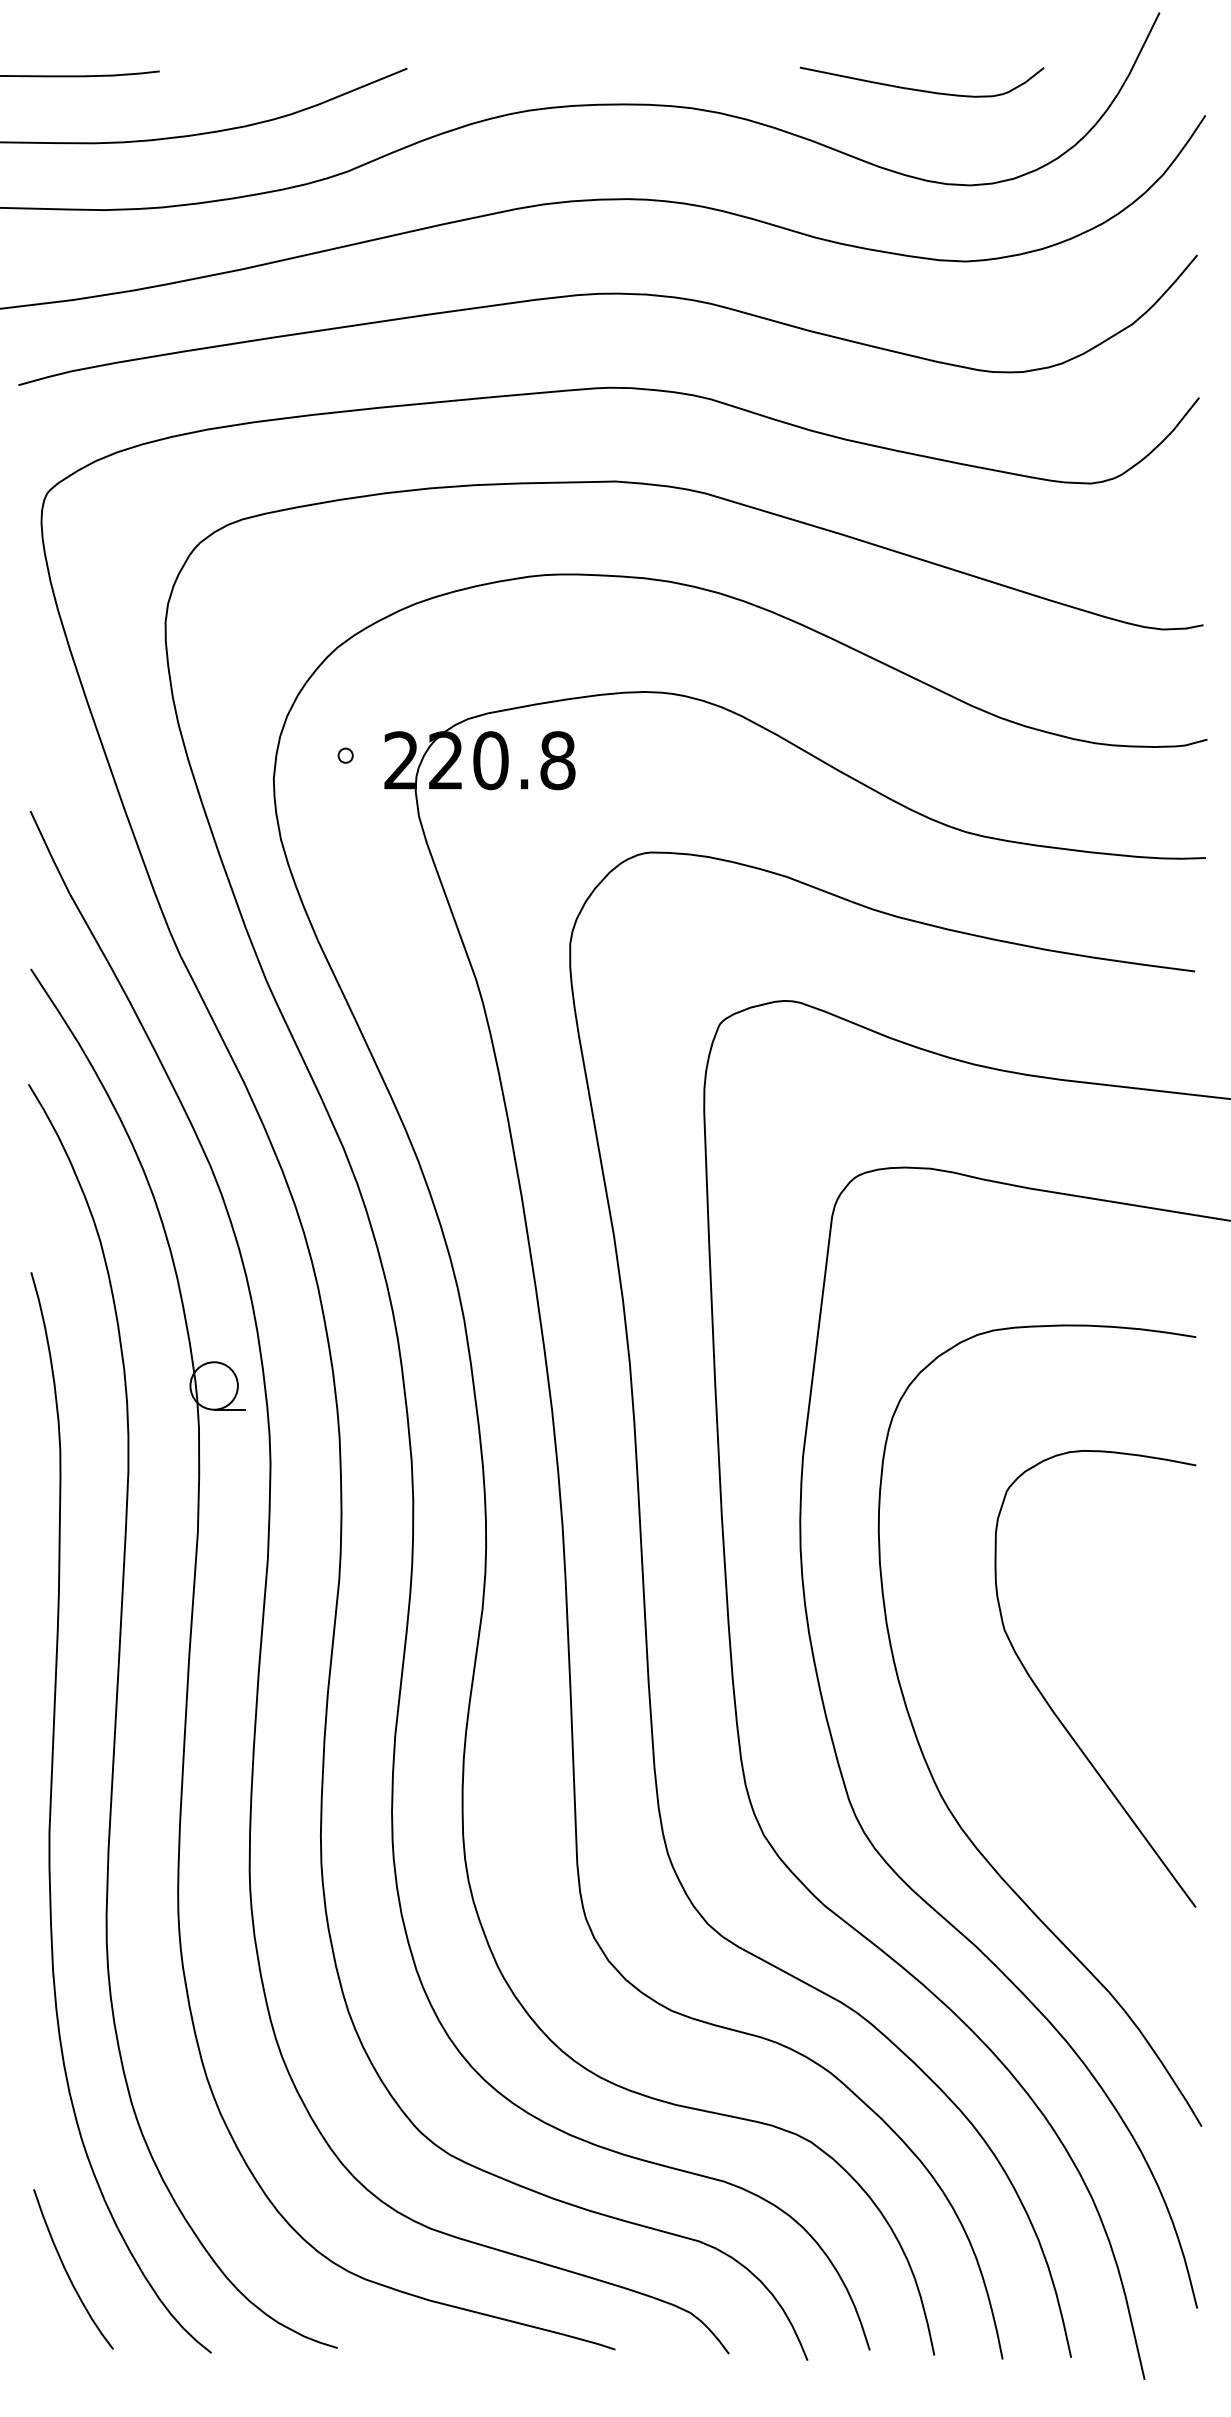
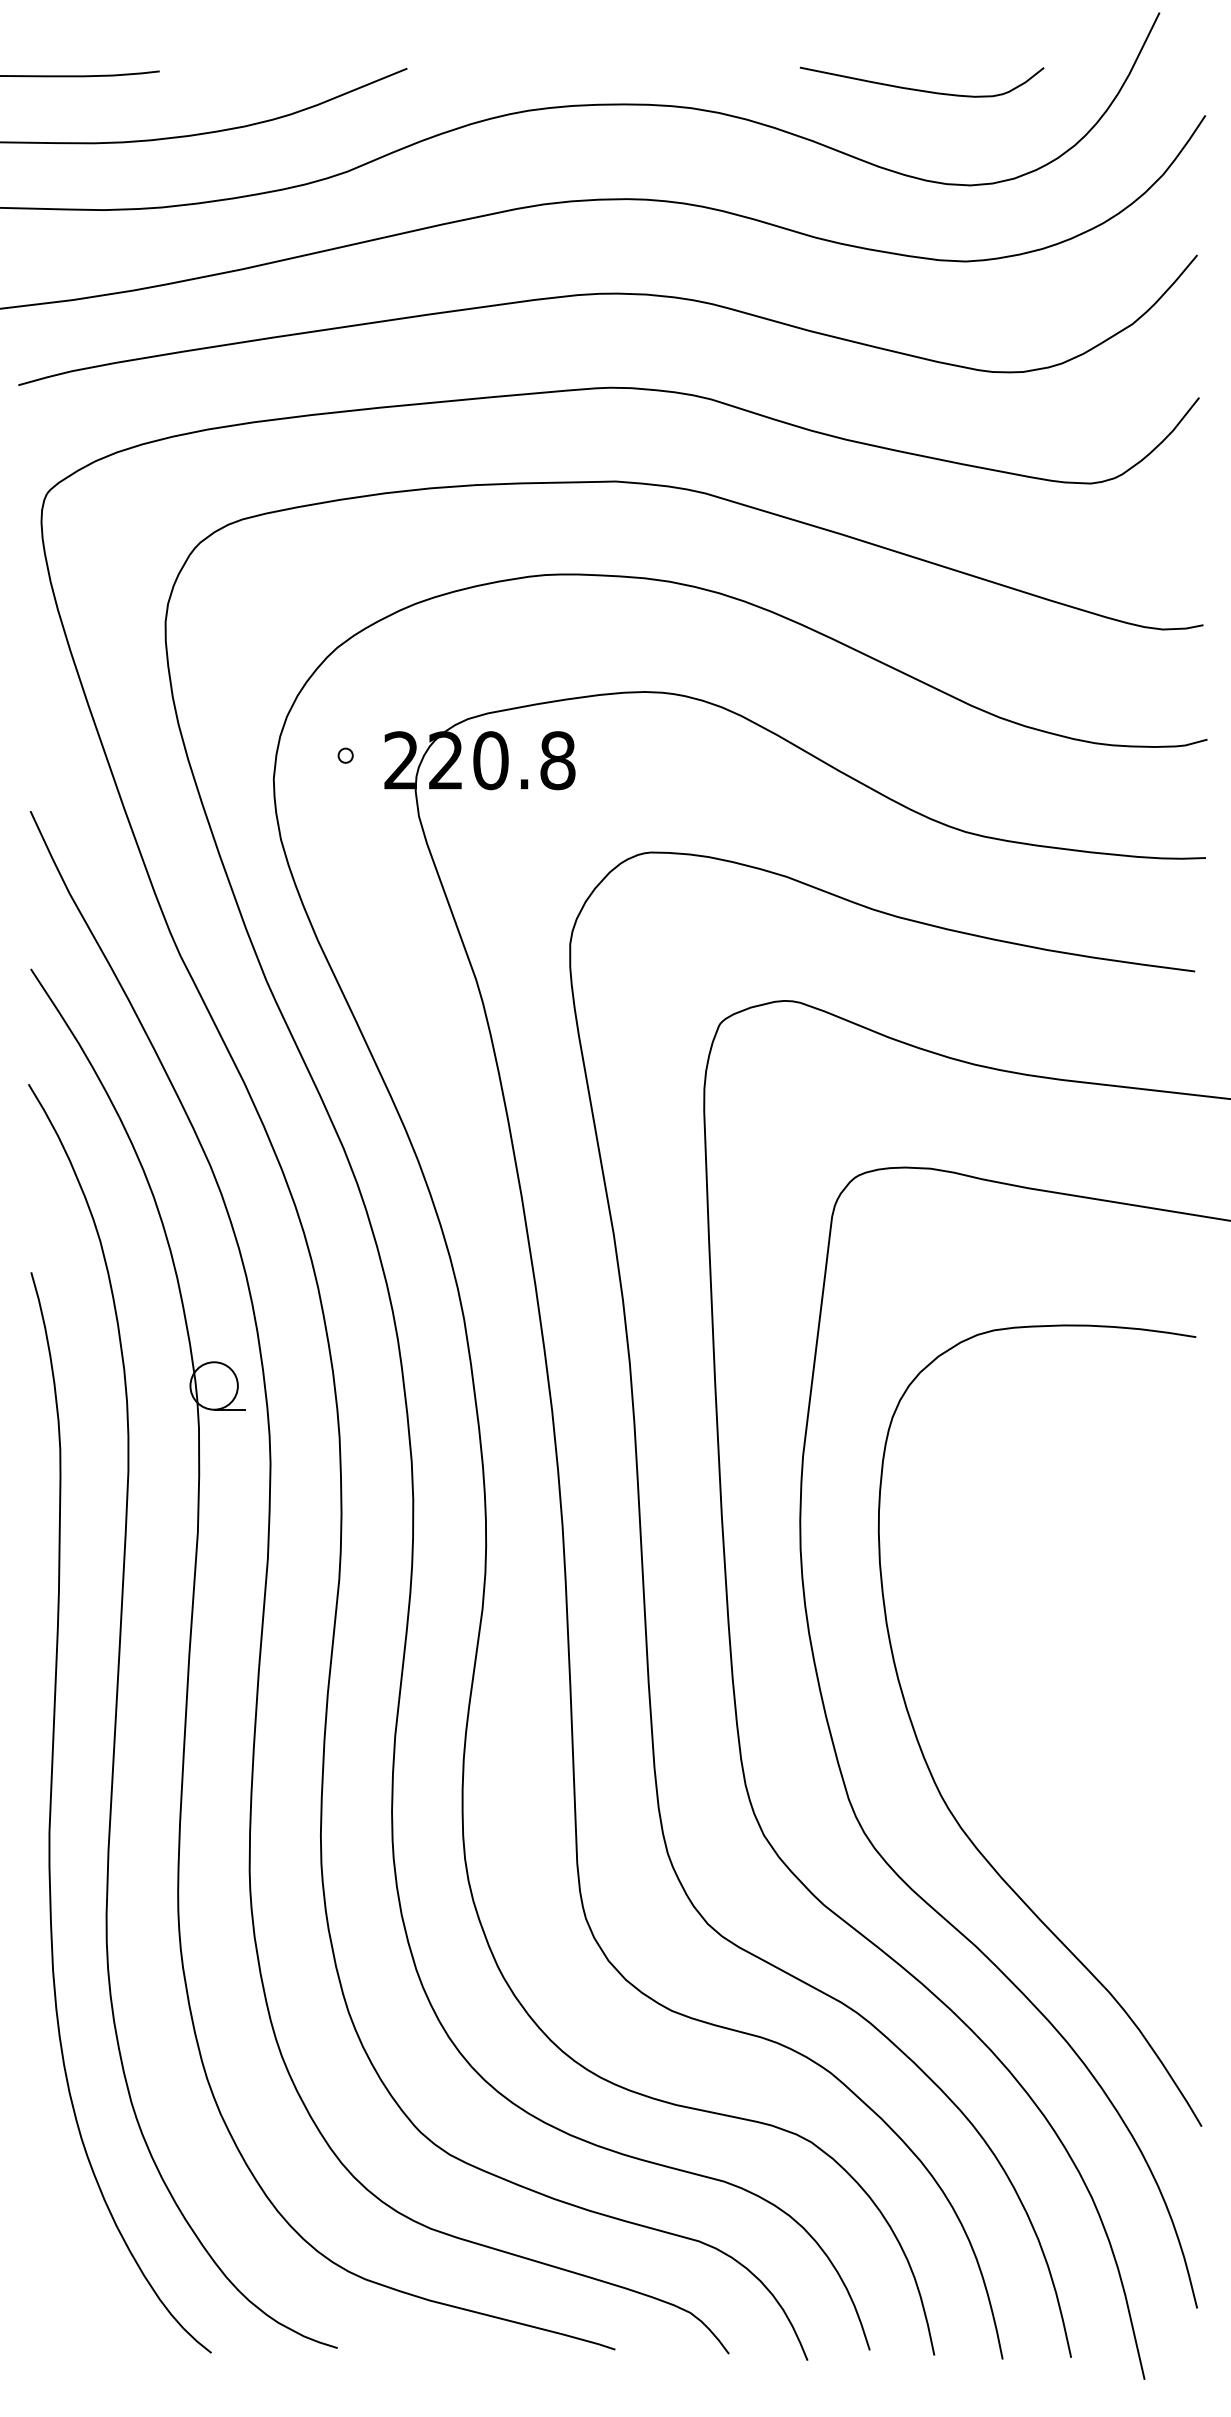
curve at (1052, 1708): present -> none
curve at (67, 2271): present -> none
